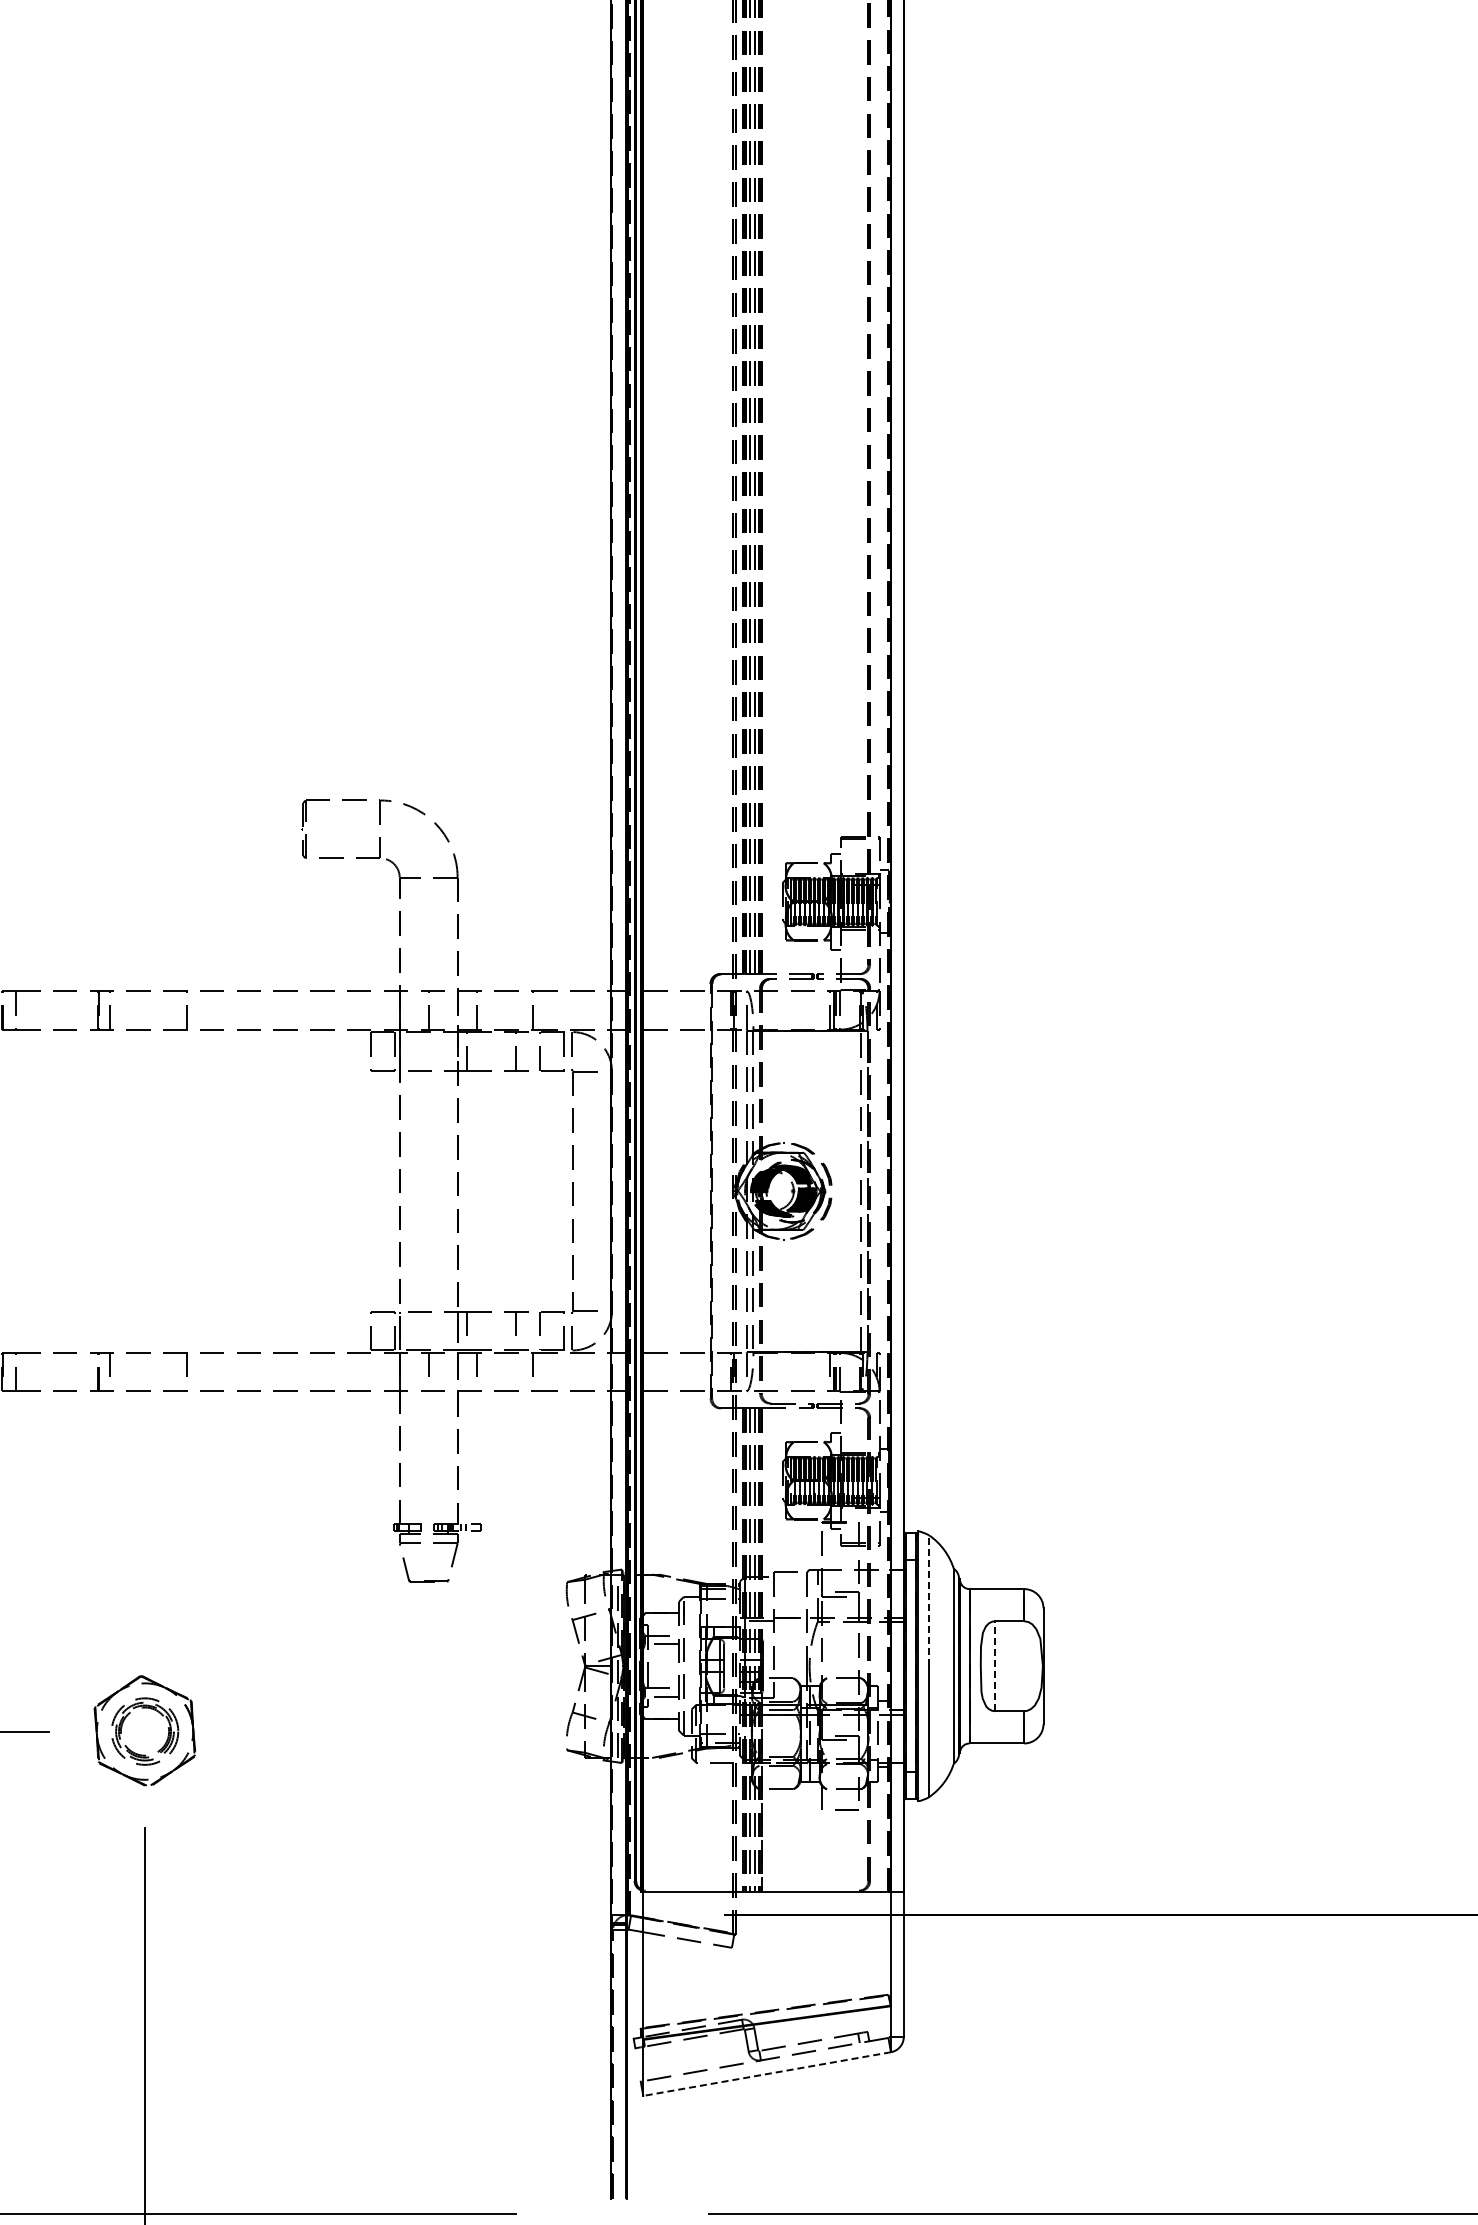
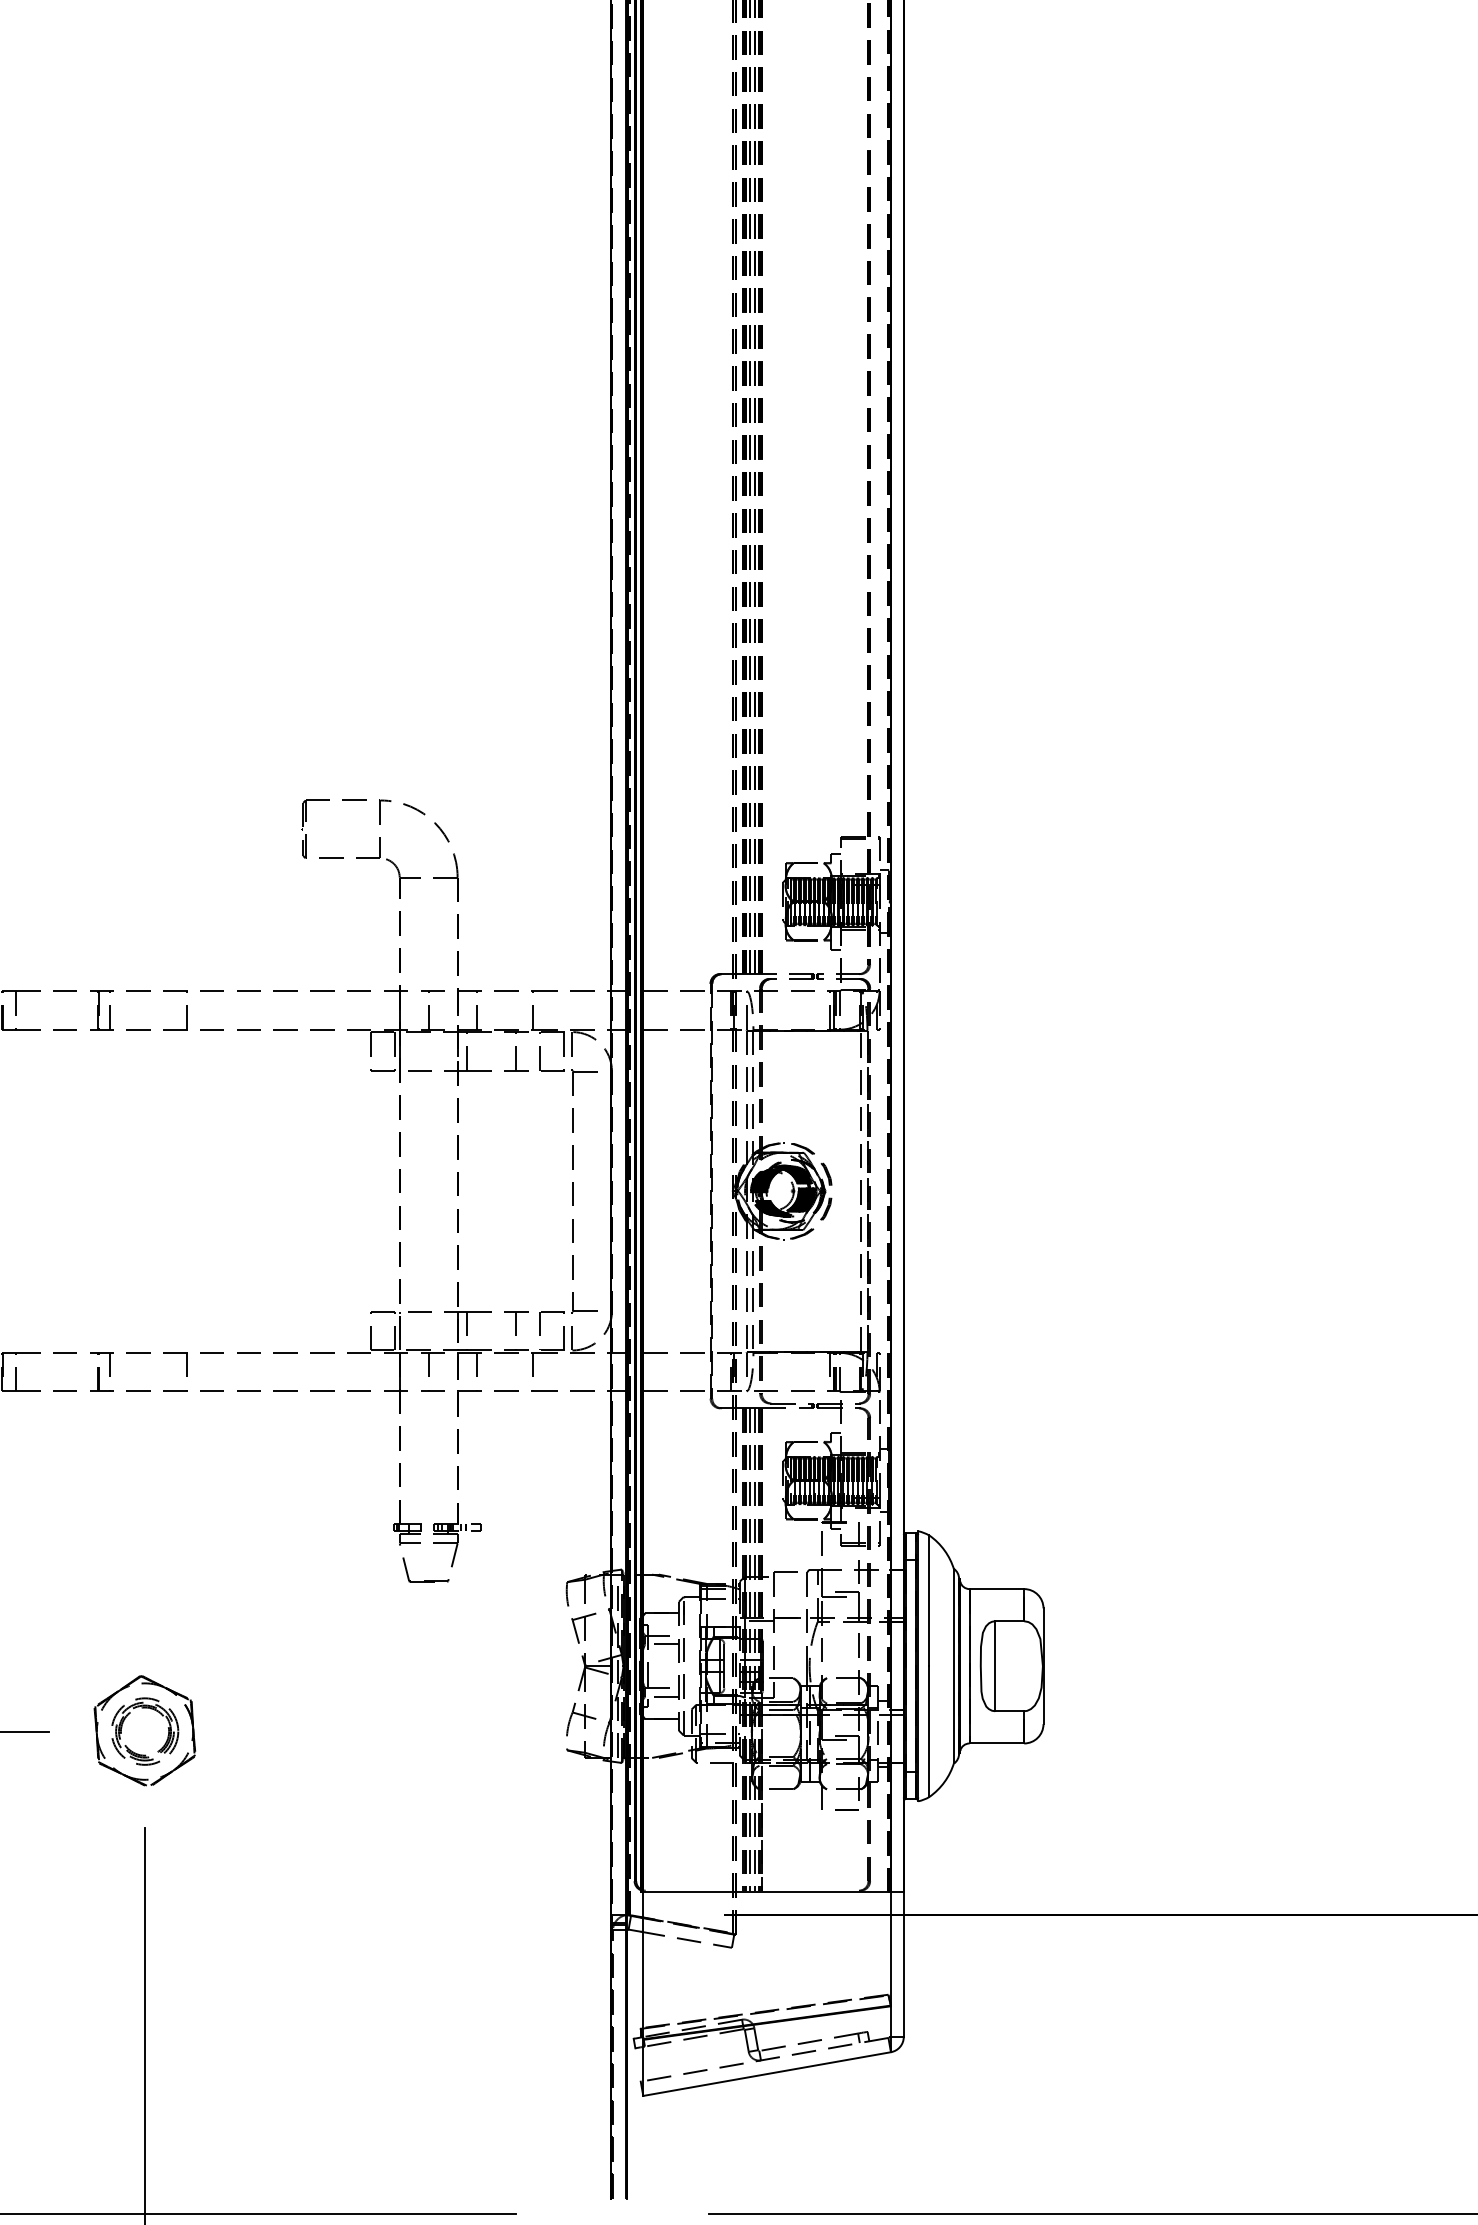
line at (929, 1600): dashed -> solid
line at (995, 1665): dashed -> solid
line at (767, 2074): dashed -> solid
